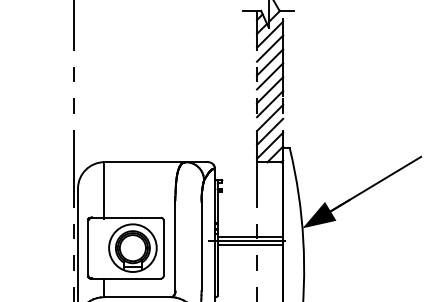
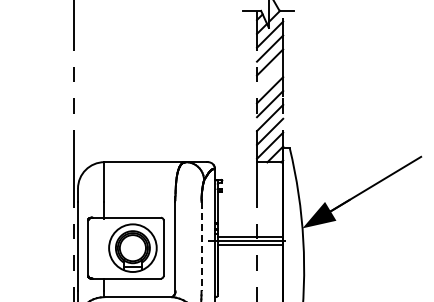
line at (270, 76): present -> none
line at (201, 246): solid -> dashed
